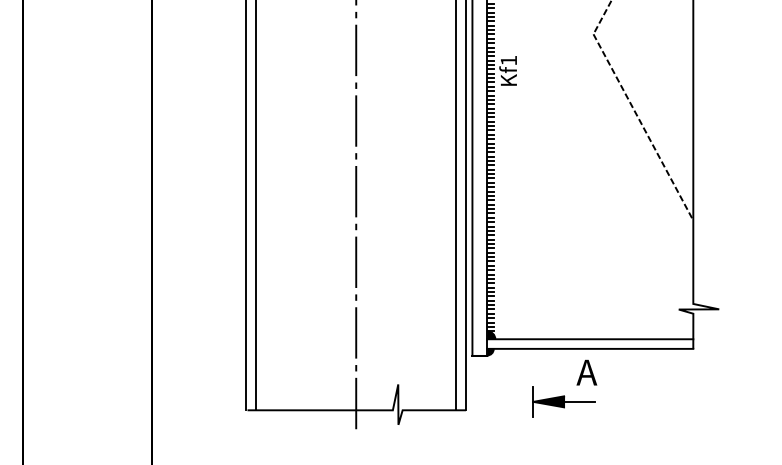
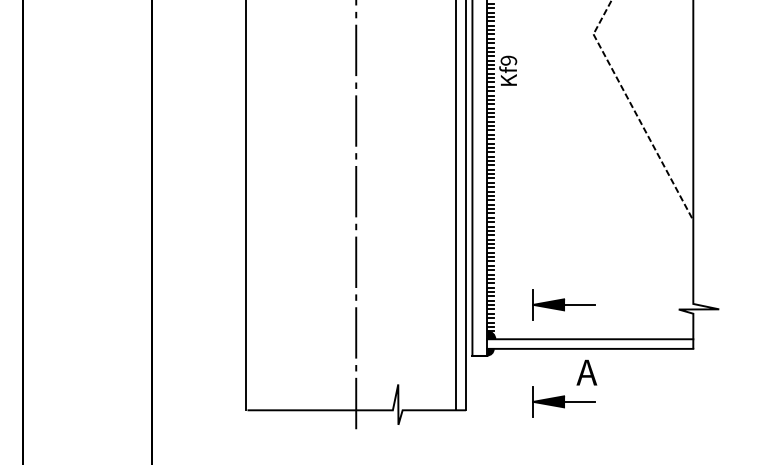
text at (508, 60): Kf1 -> Kf9
line at (256, 206): present -> none
part at (563, 304): none -> present
